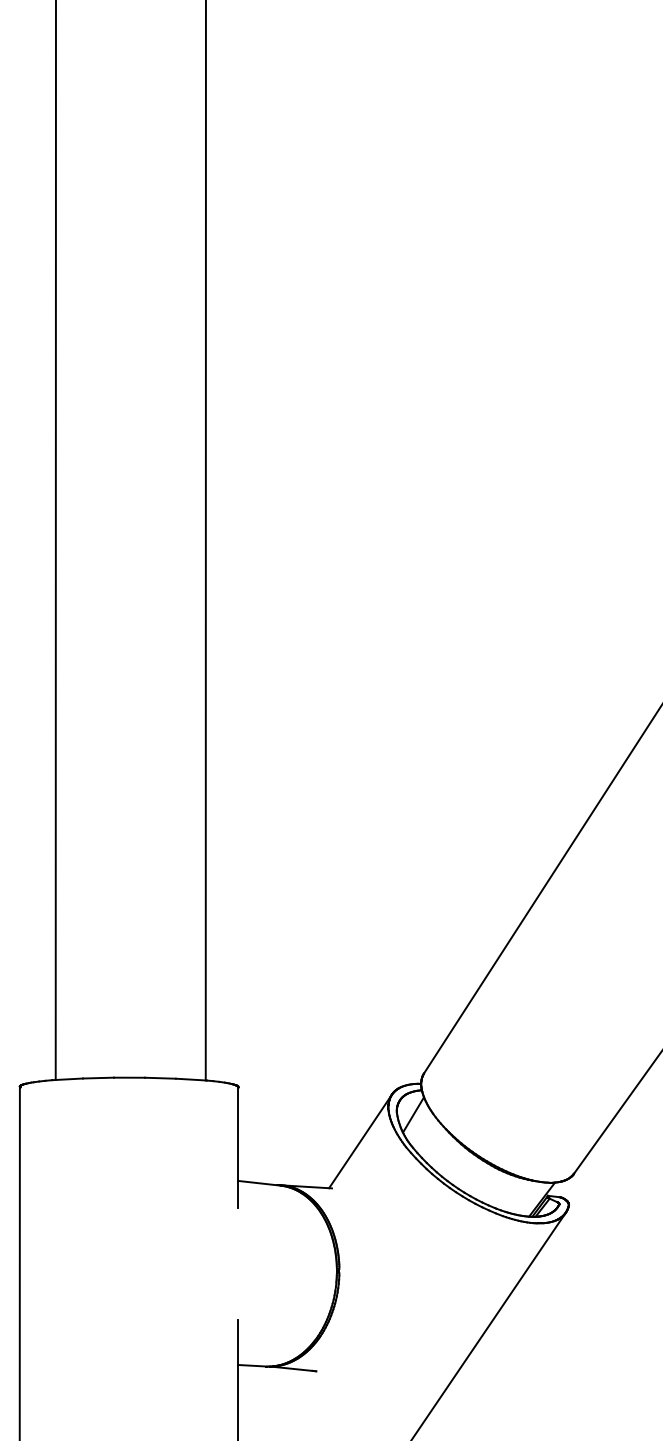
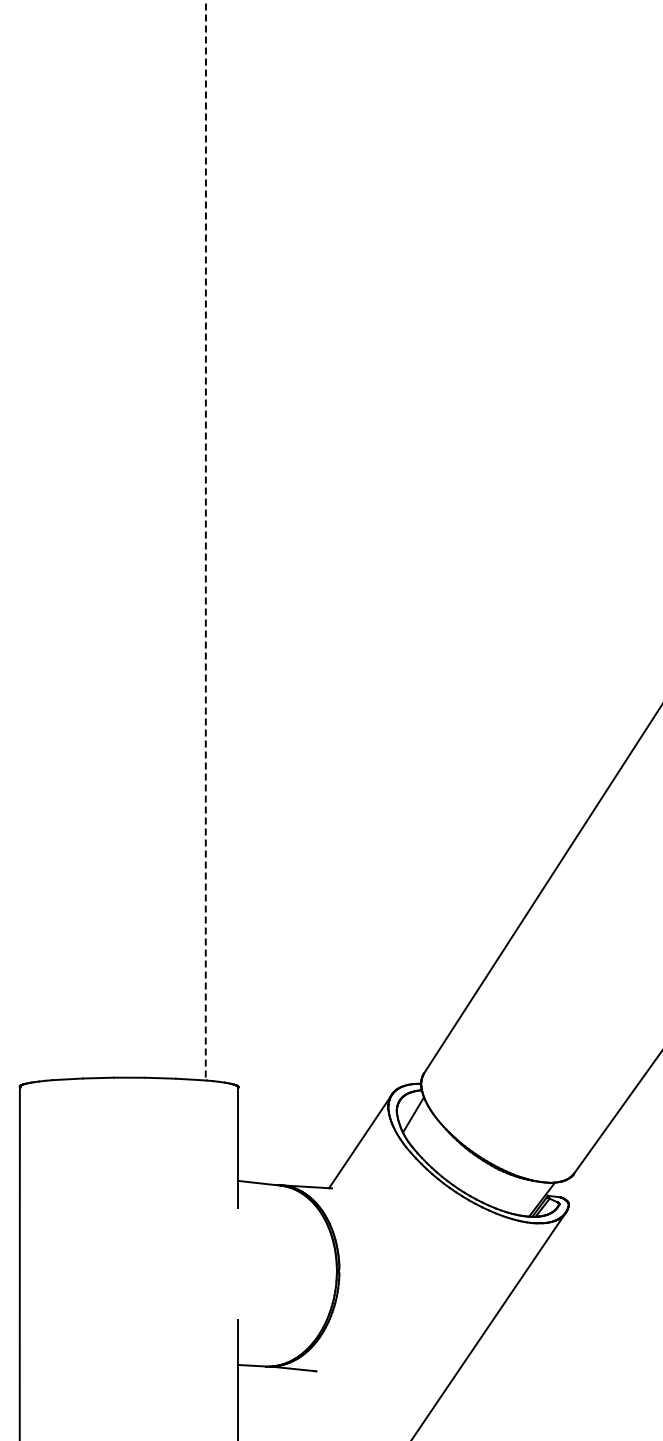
line at (55, 540): present -> none
line at (205, 540): solid -> dashed
